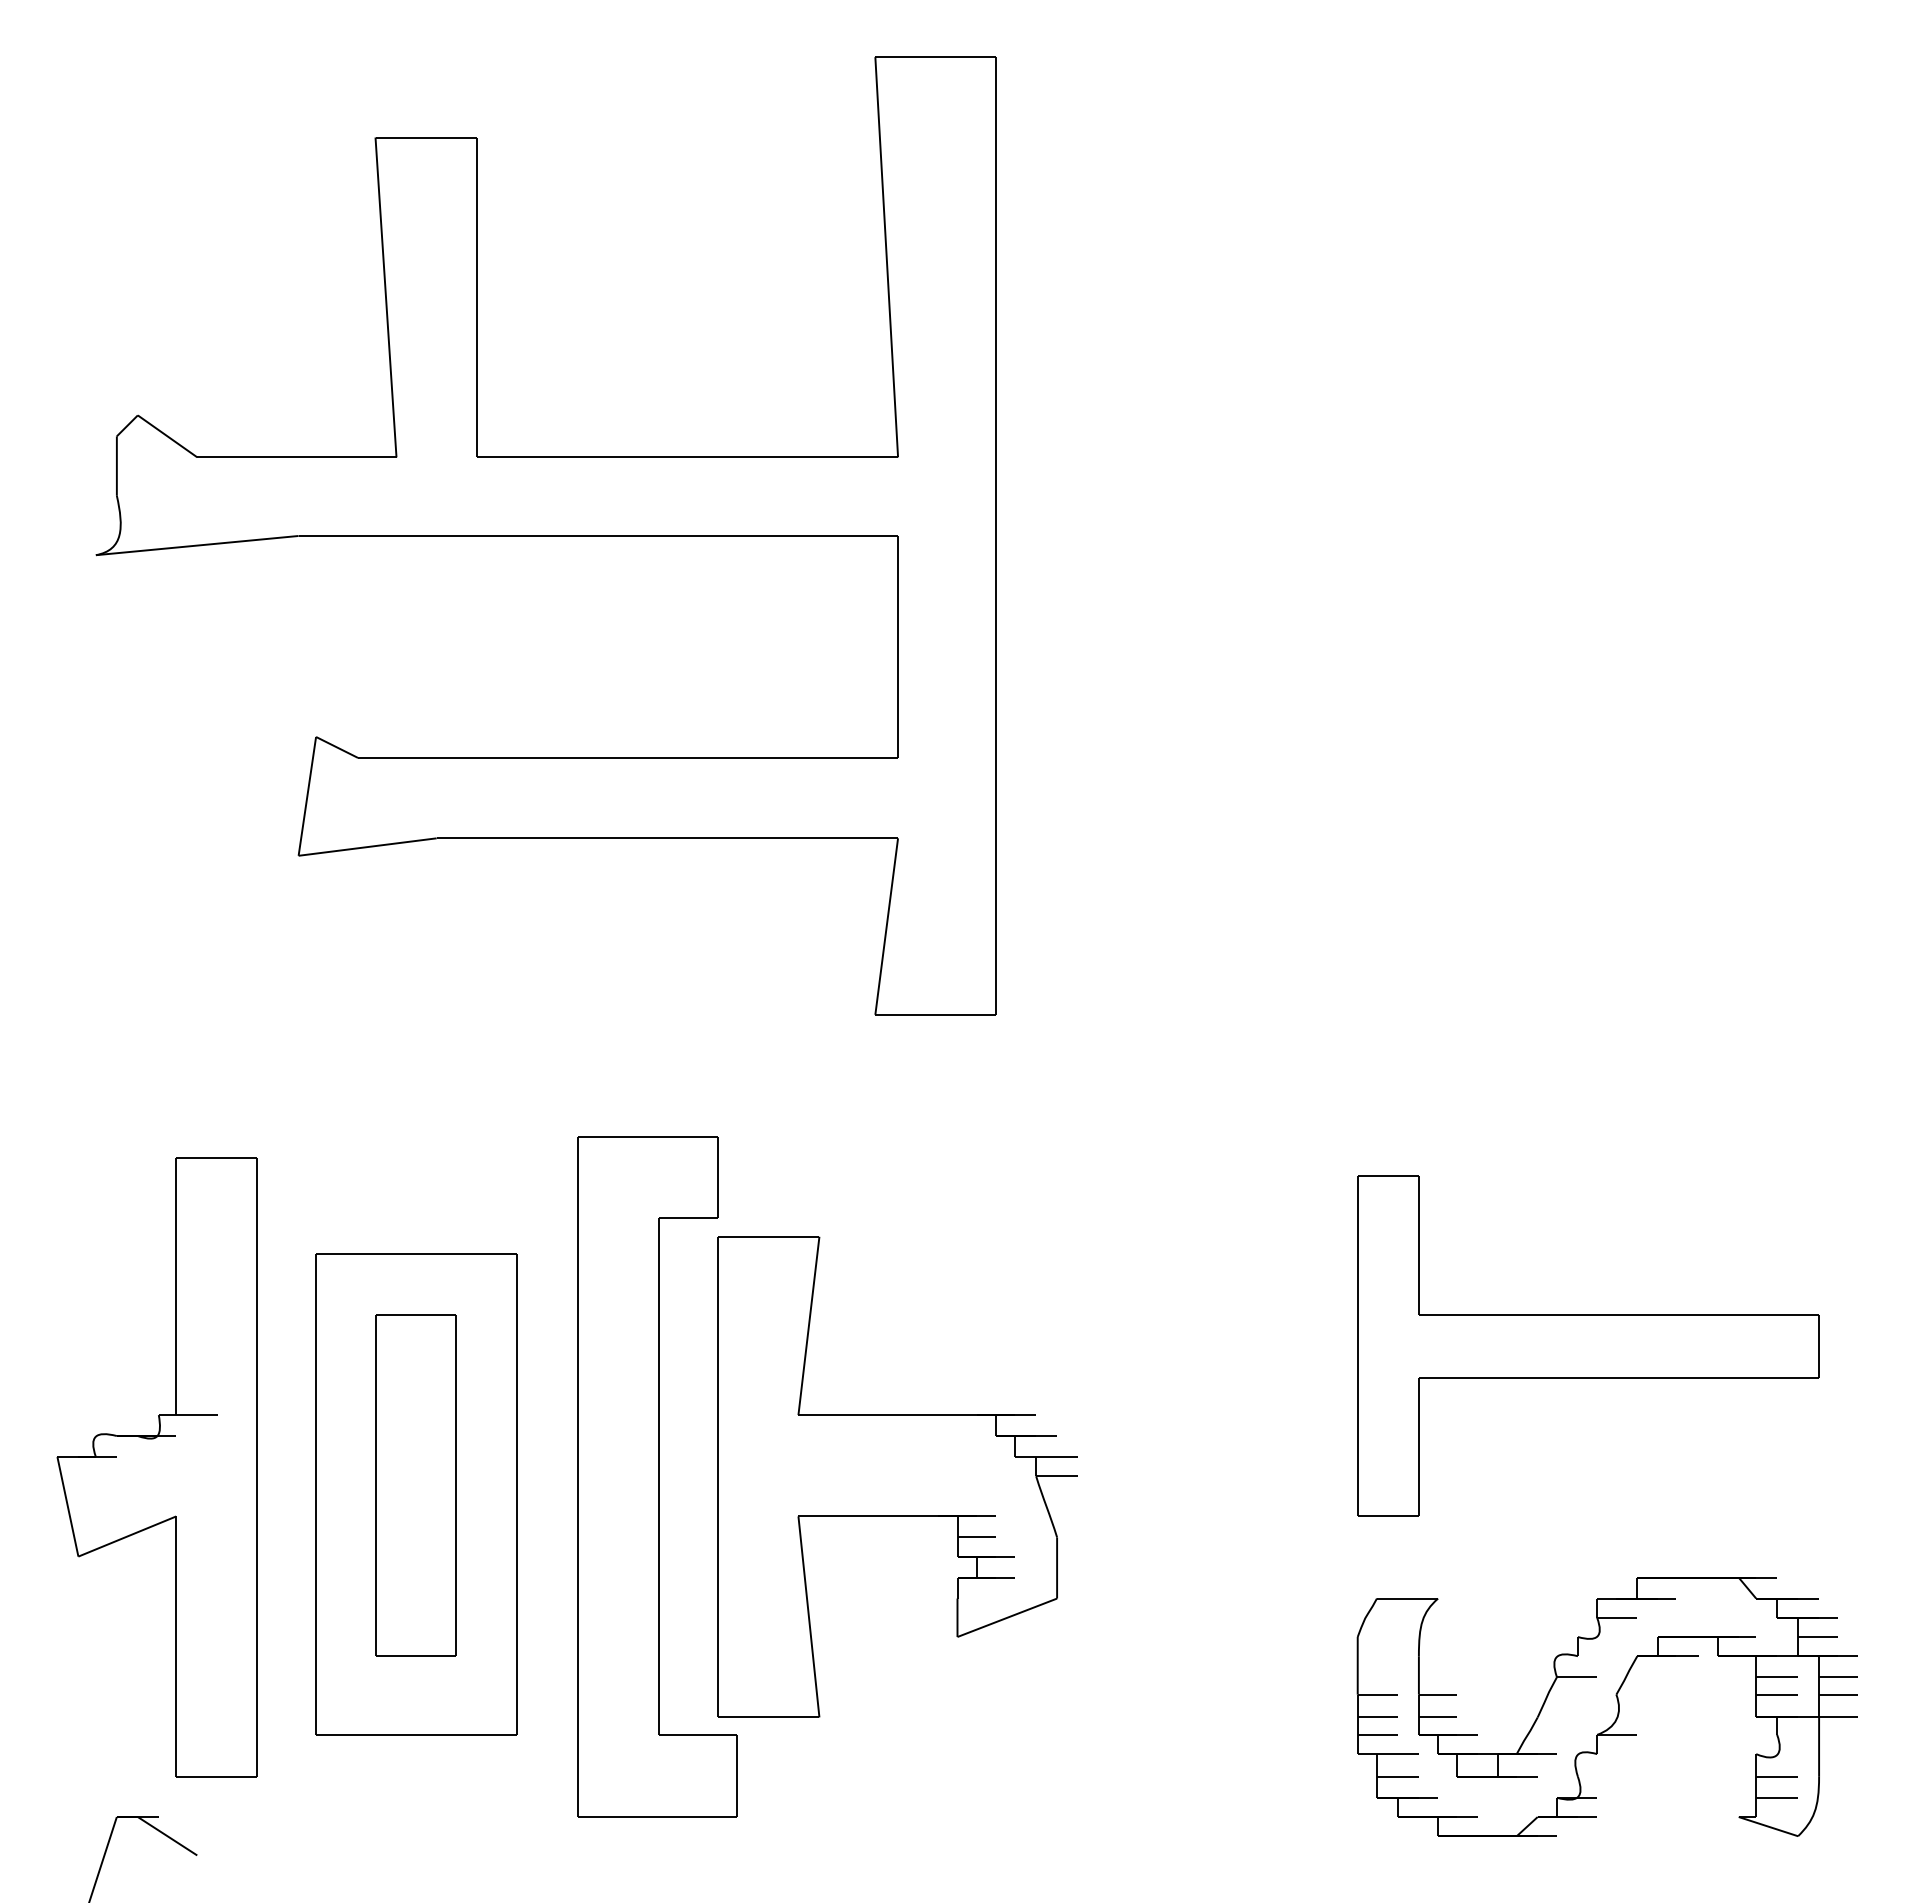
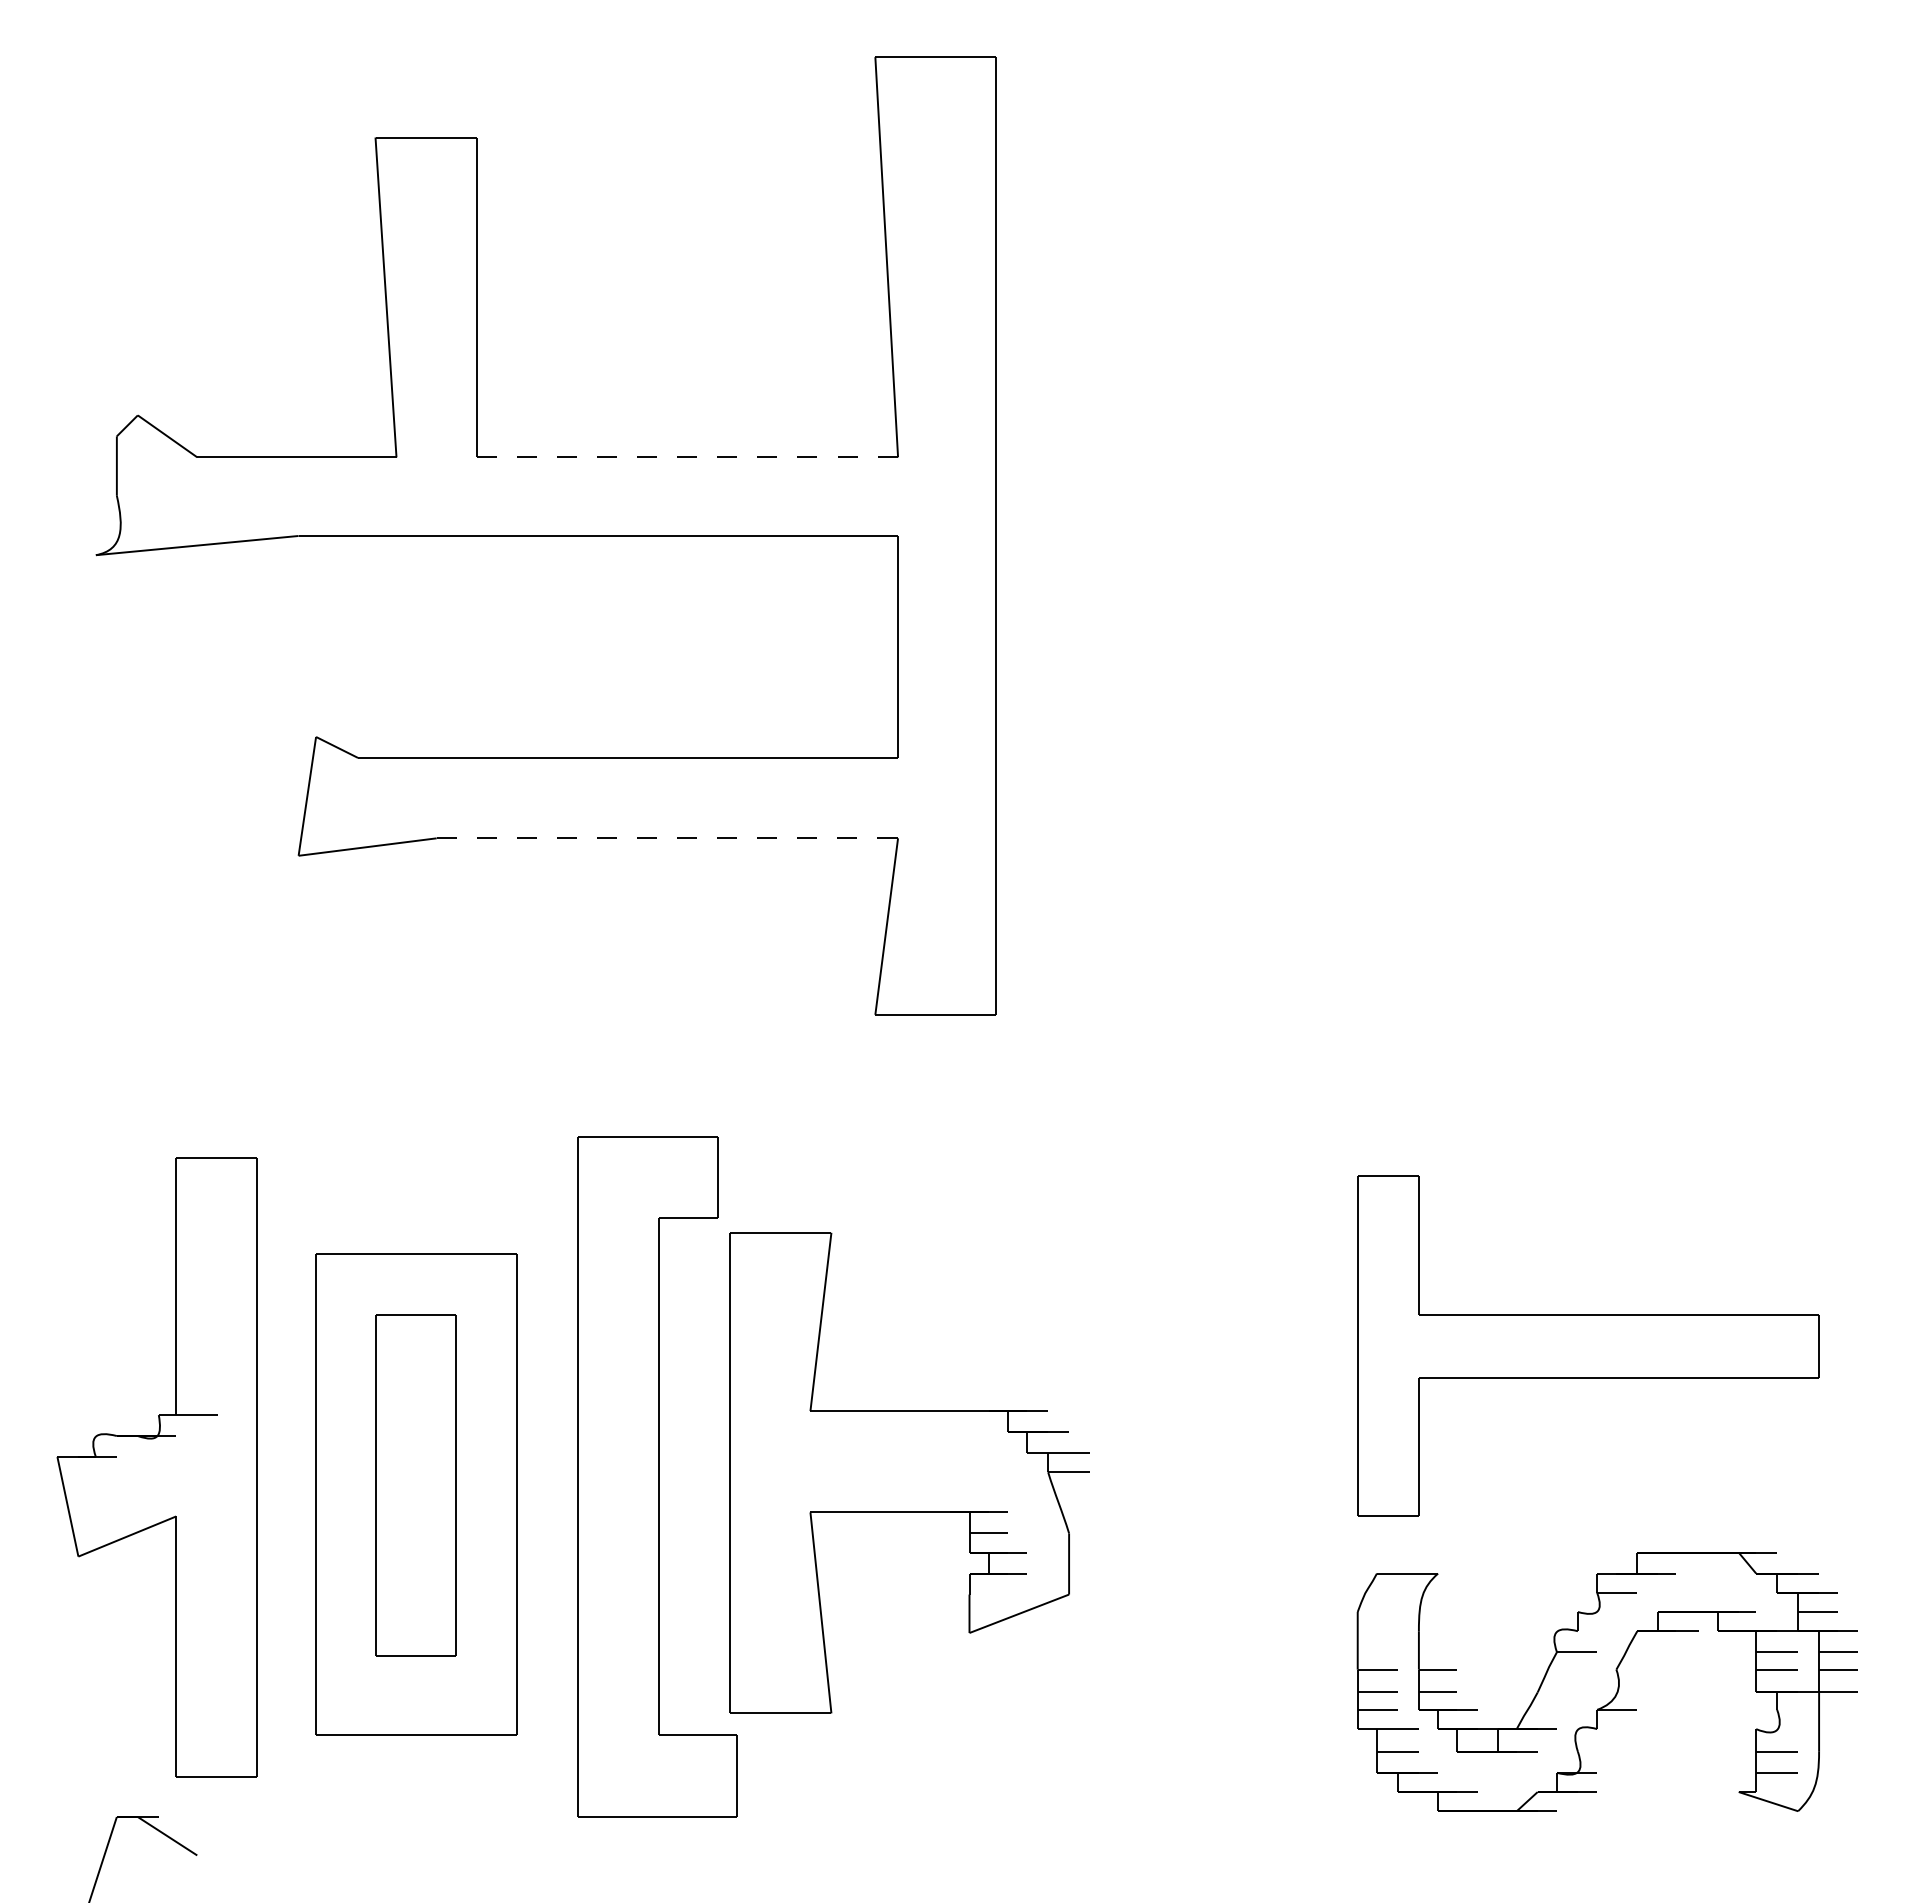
line at (687, 457): solid -> dashed
line at (667, 838): solid -> dashed
part at (897, 1476) position: (897, 1476) -> (909, 1472)
part at (1606, 1706) position: (1606, 1706) -> (1606, 1681)
